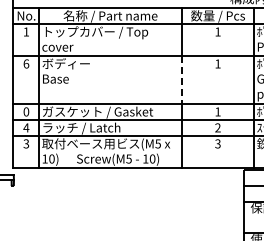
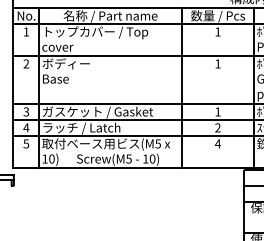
text at (26, 63): 6 -> 2
line at (181, 79): dashed -> solid
text at (26, 111): 0 -> 3
text at (26, 143): 3 -> 5
text at (217, 143): 3 -> 4
